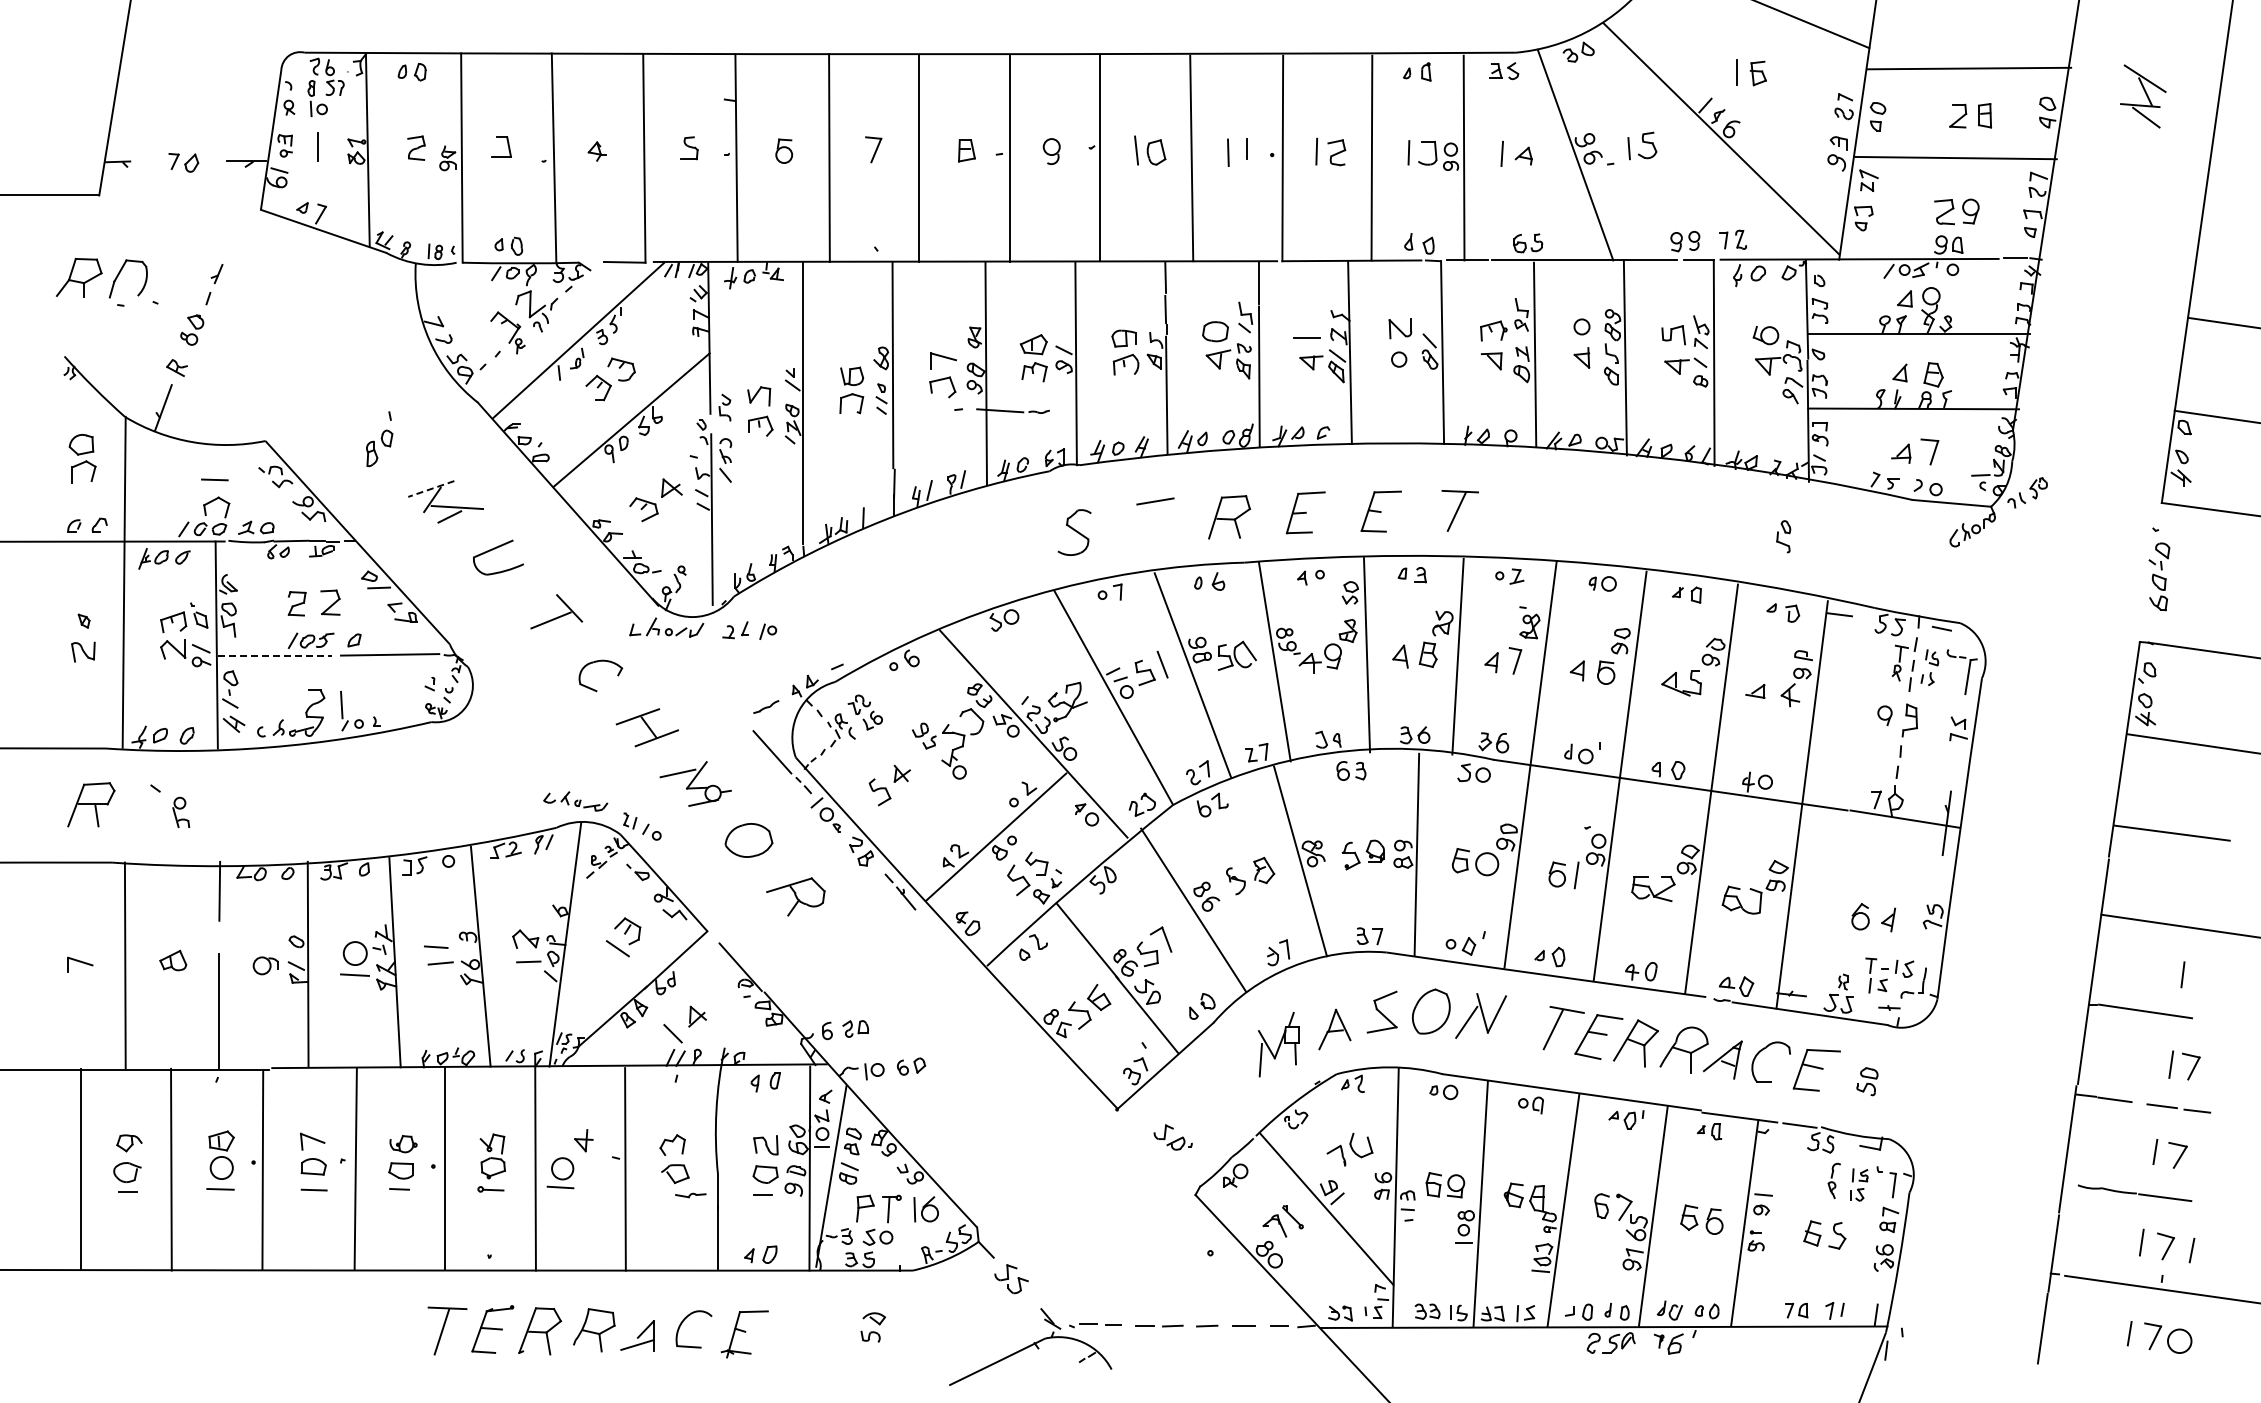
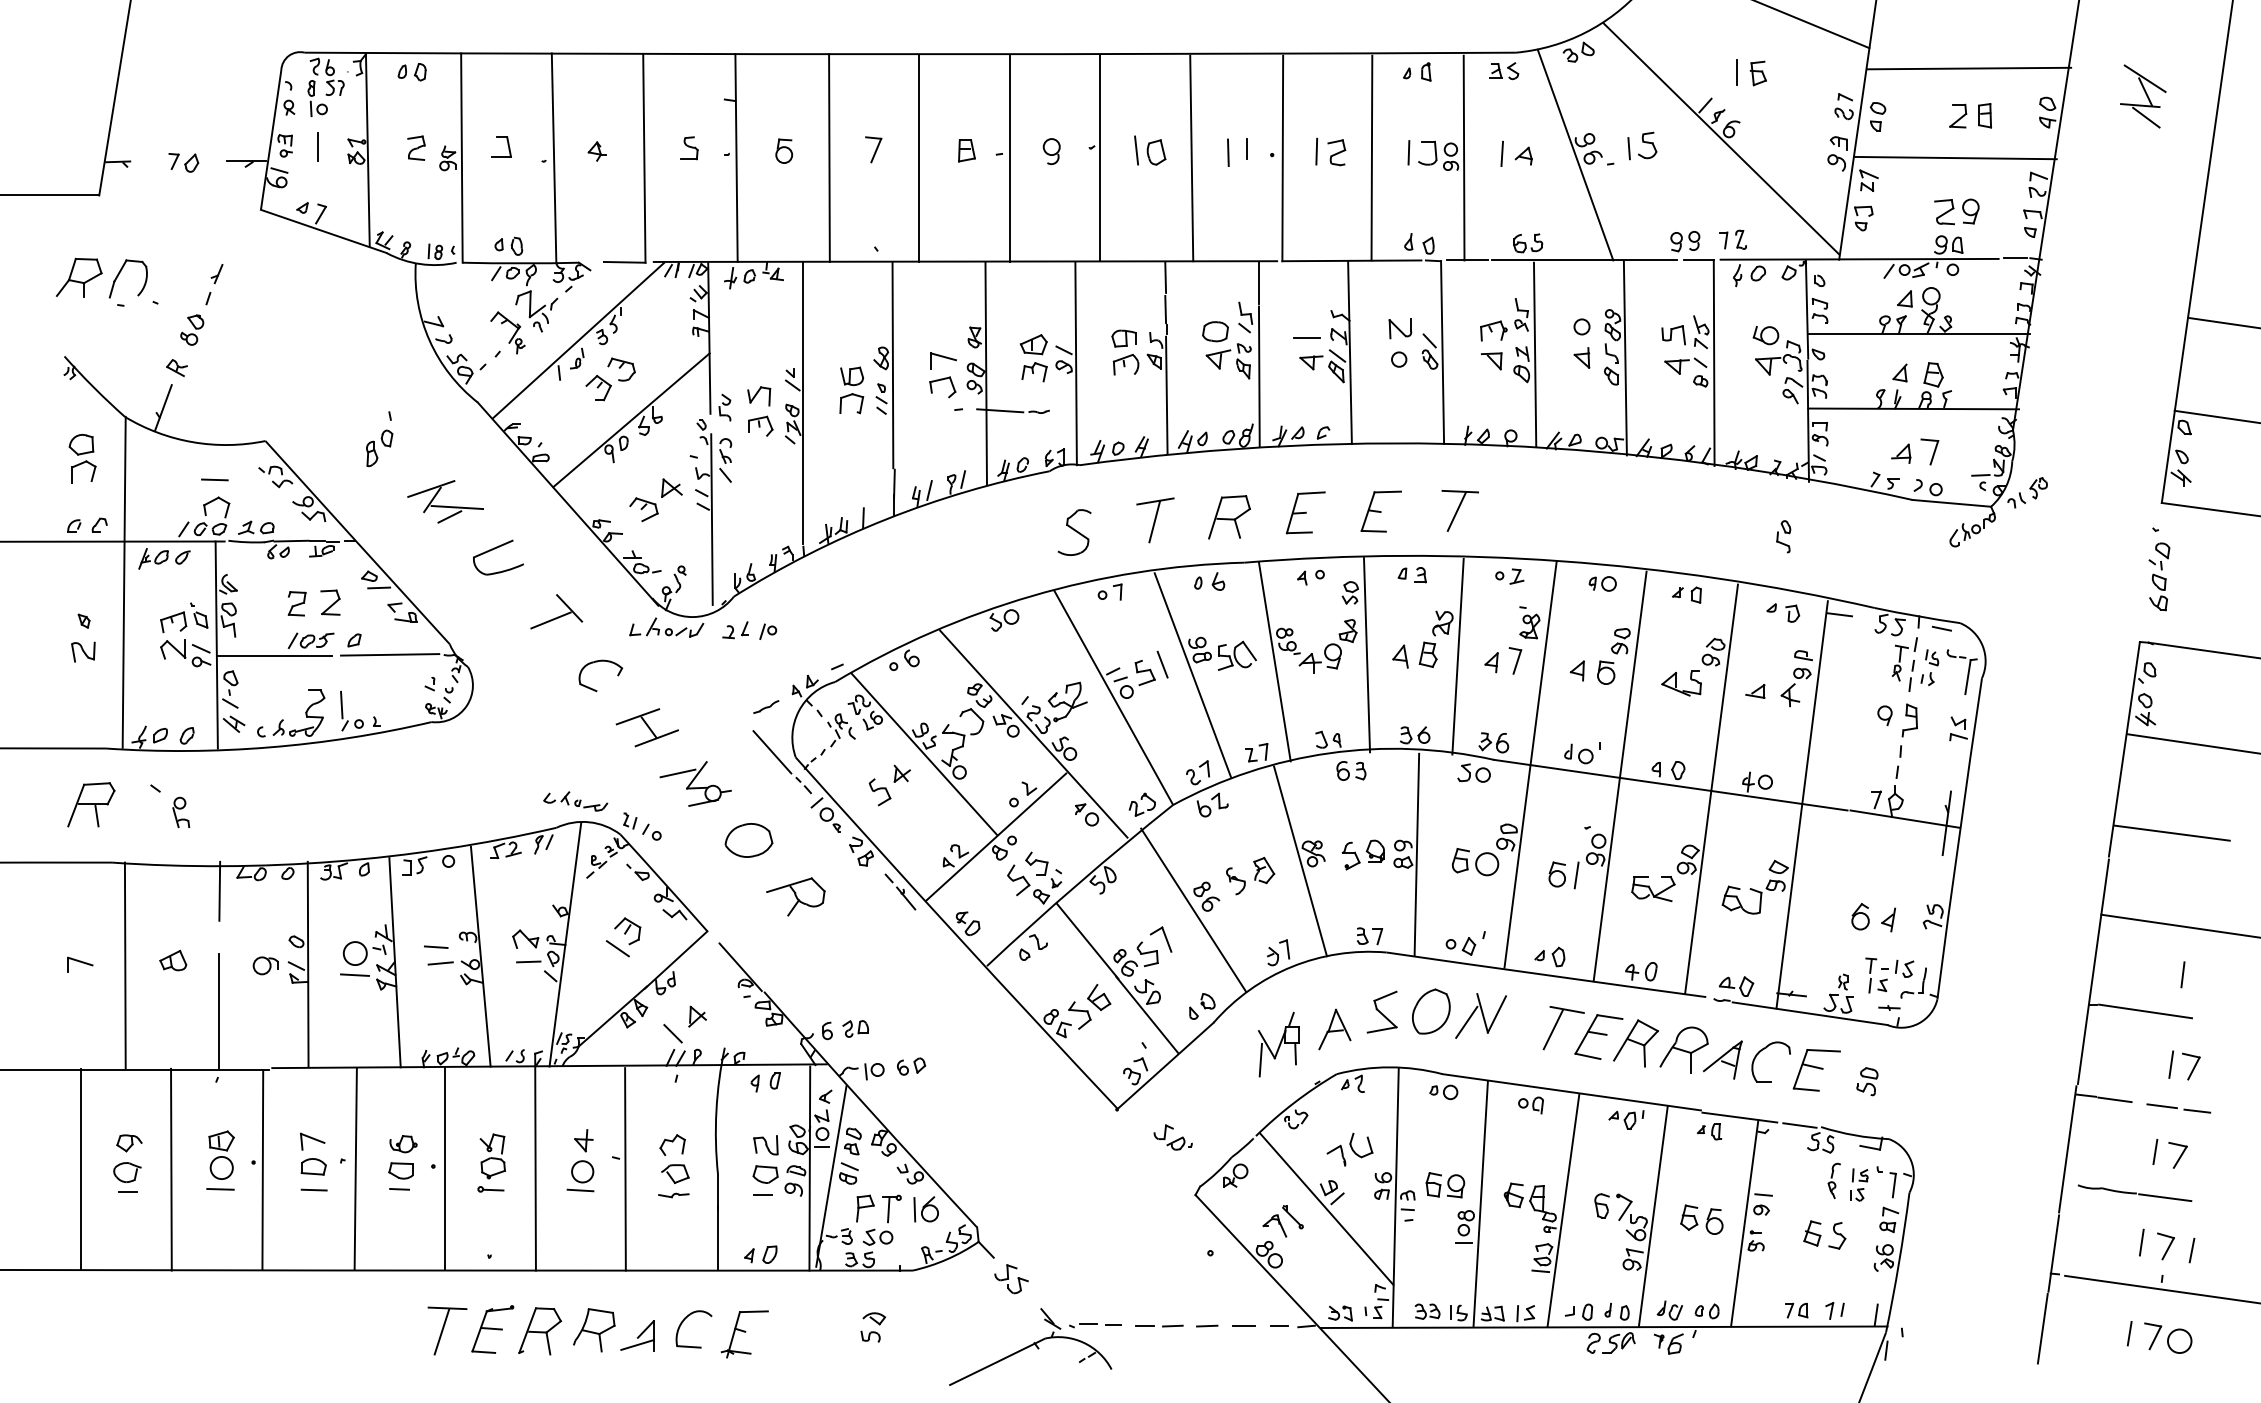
line at (430, 489): dashed -> solid
line at (1154, 521): none -> present
line at (275, 655): dashed -> solid
line at (923, 753): none -> present
part at (560, 1173) position: (560, 1173) -> (580, 1176)
part at (690, 1195) position: (690, 1195) -> (673, 1195)
